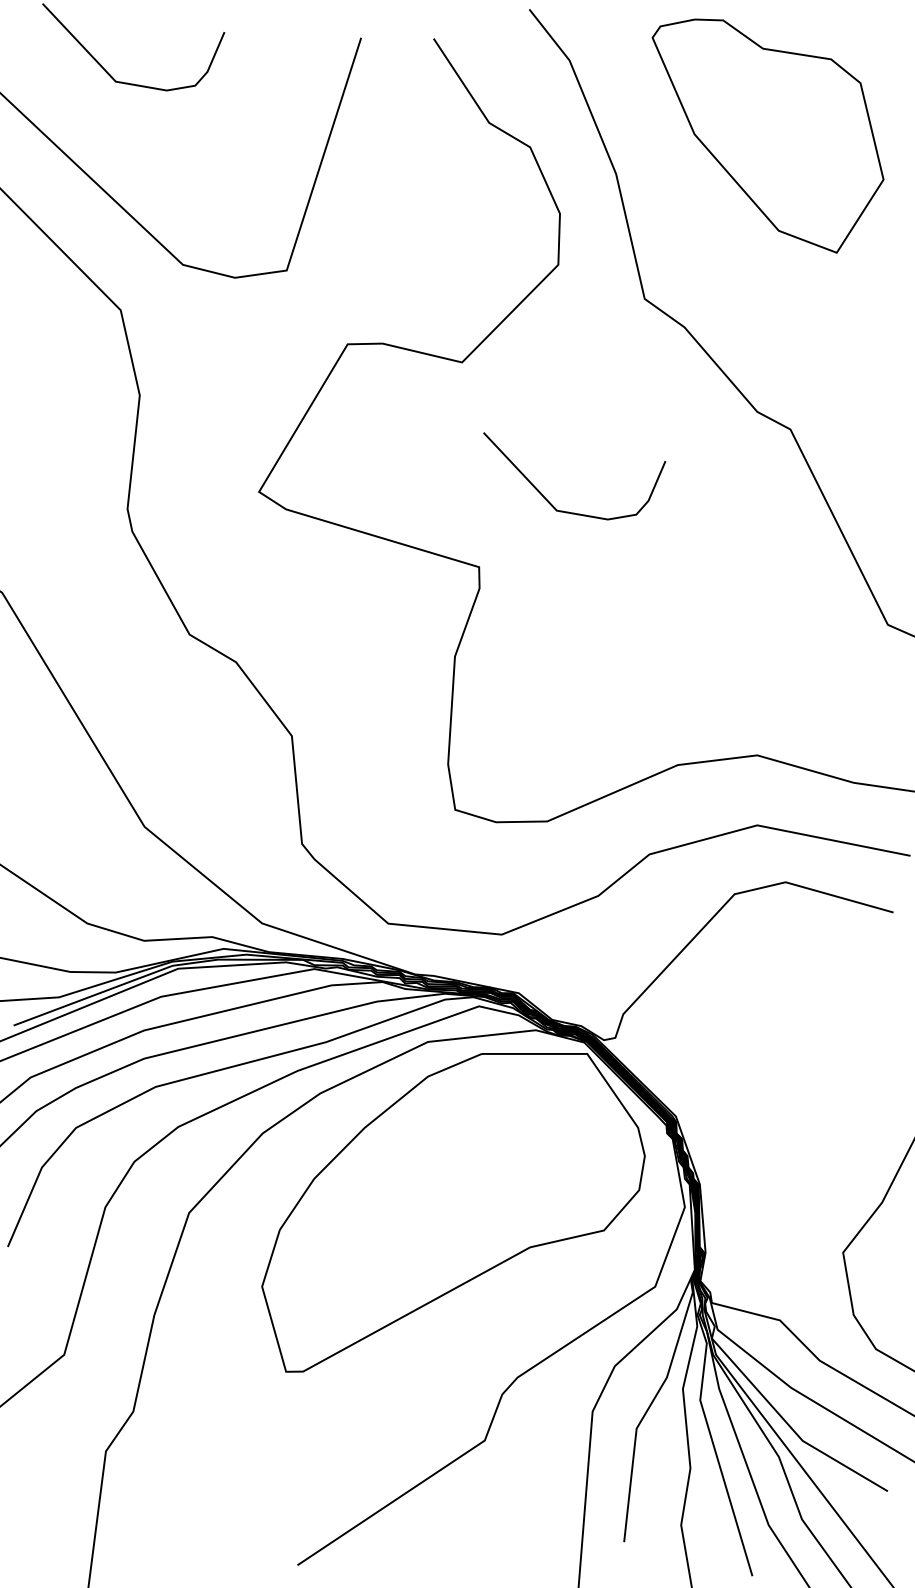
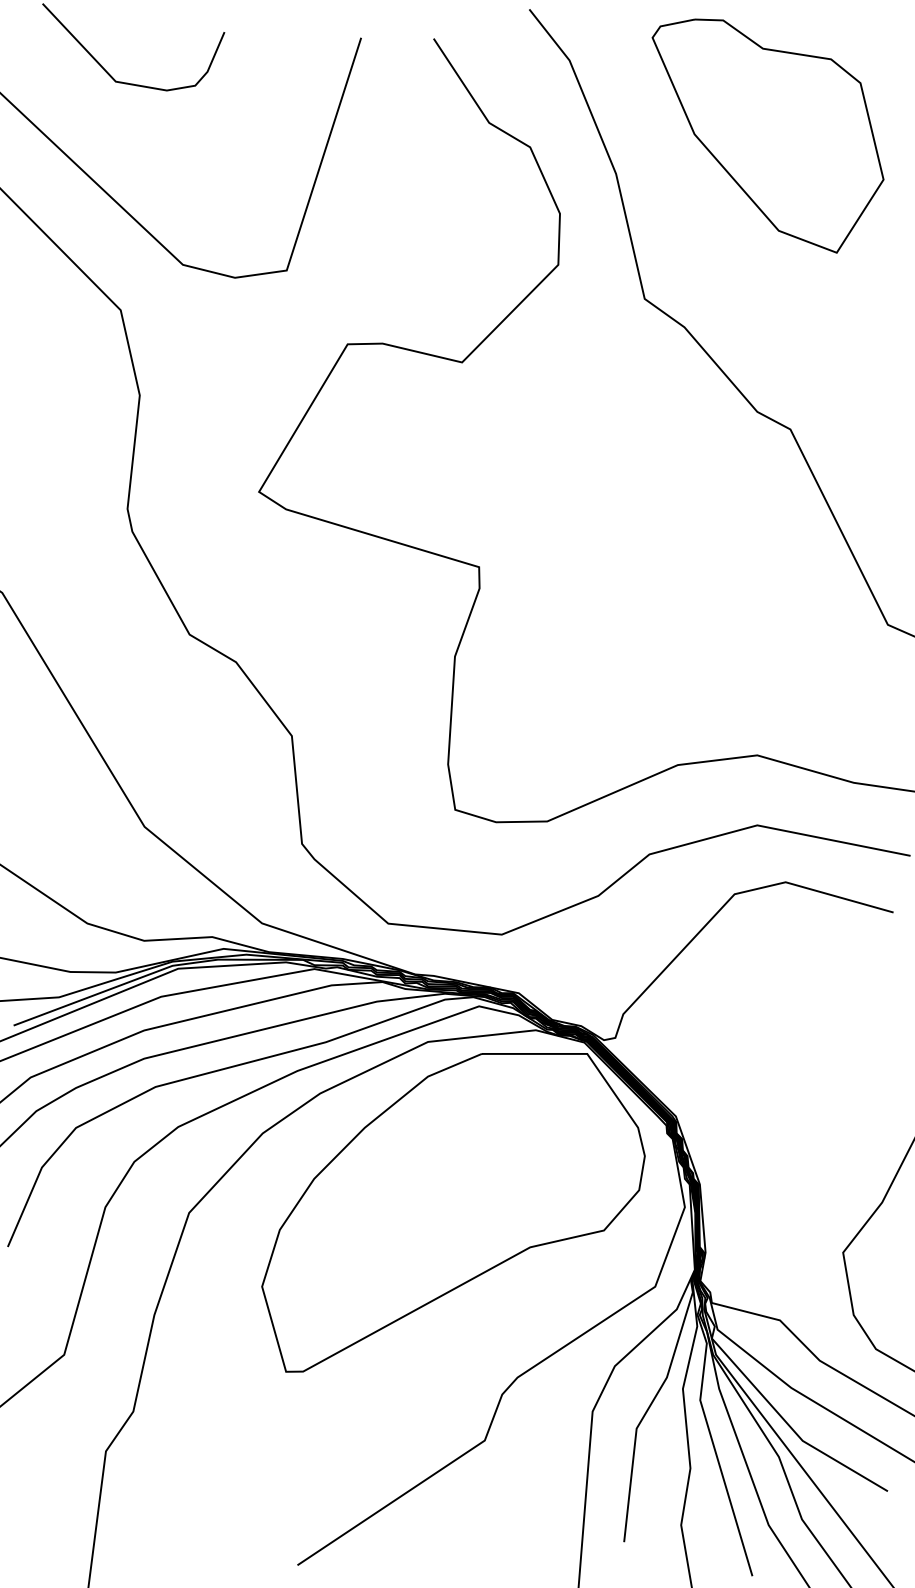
curve at (549, 501): present -> none
